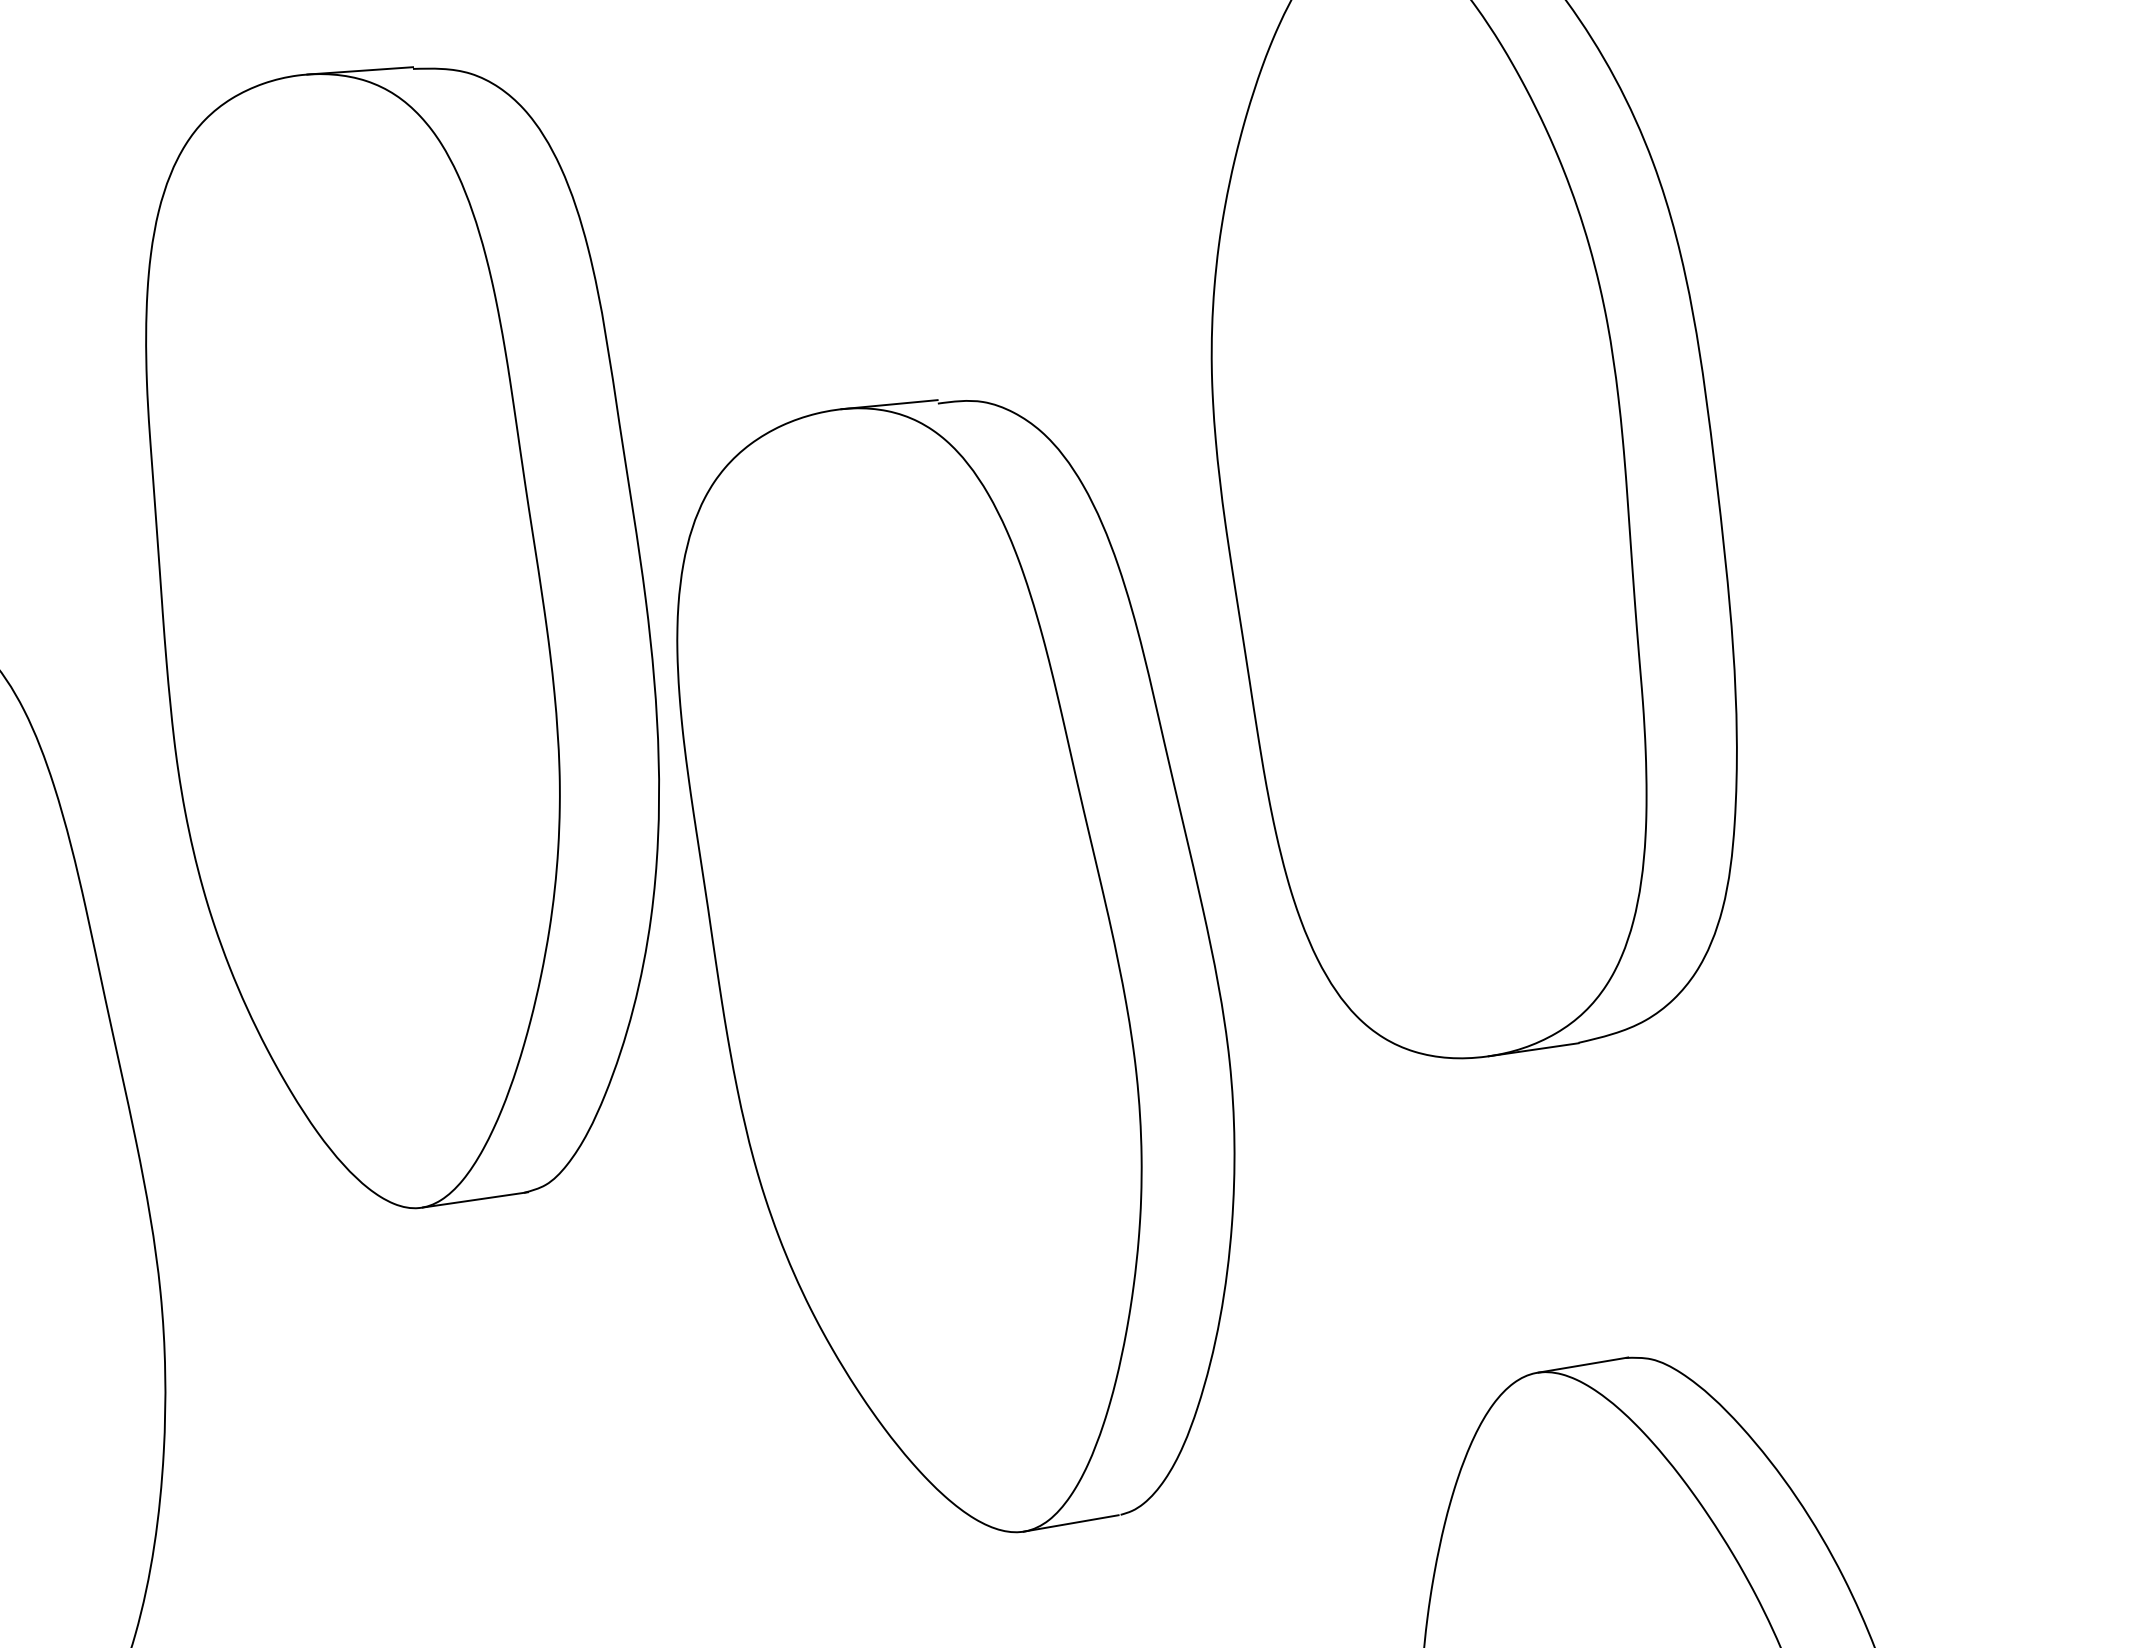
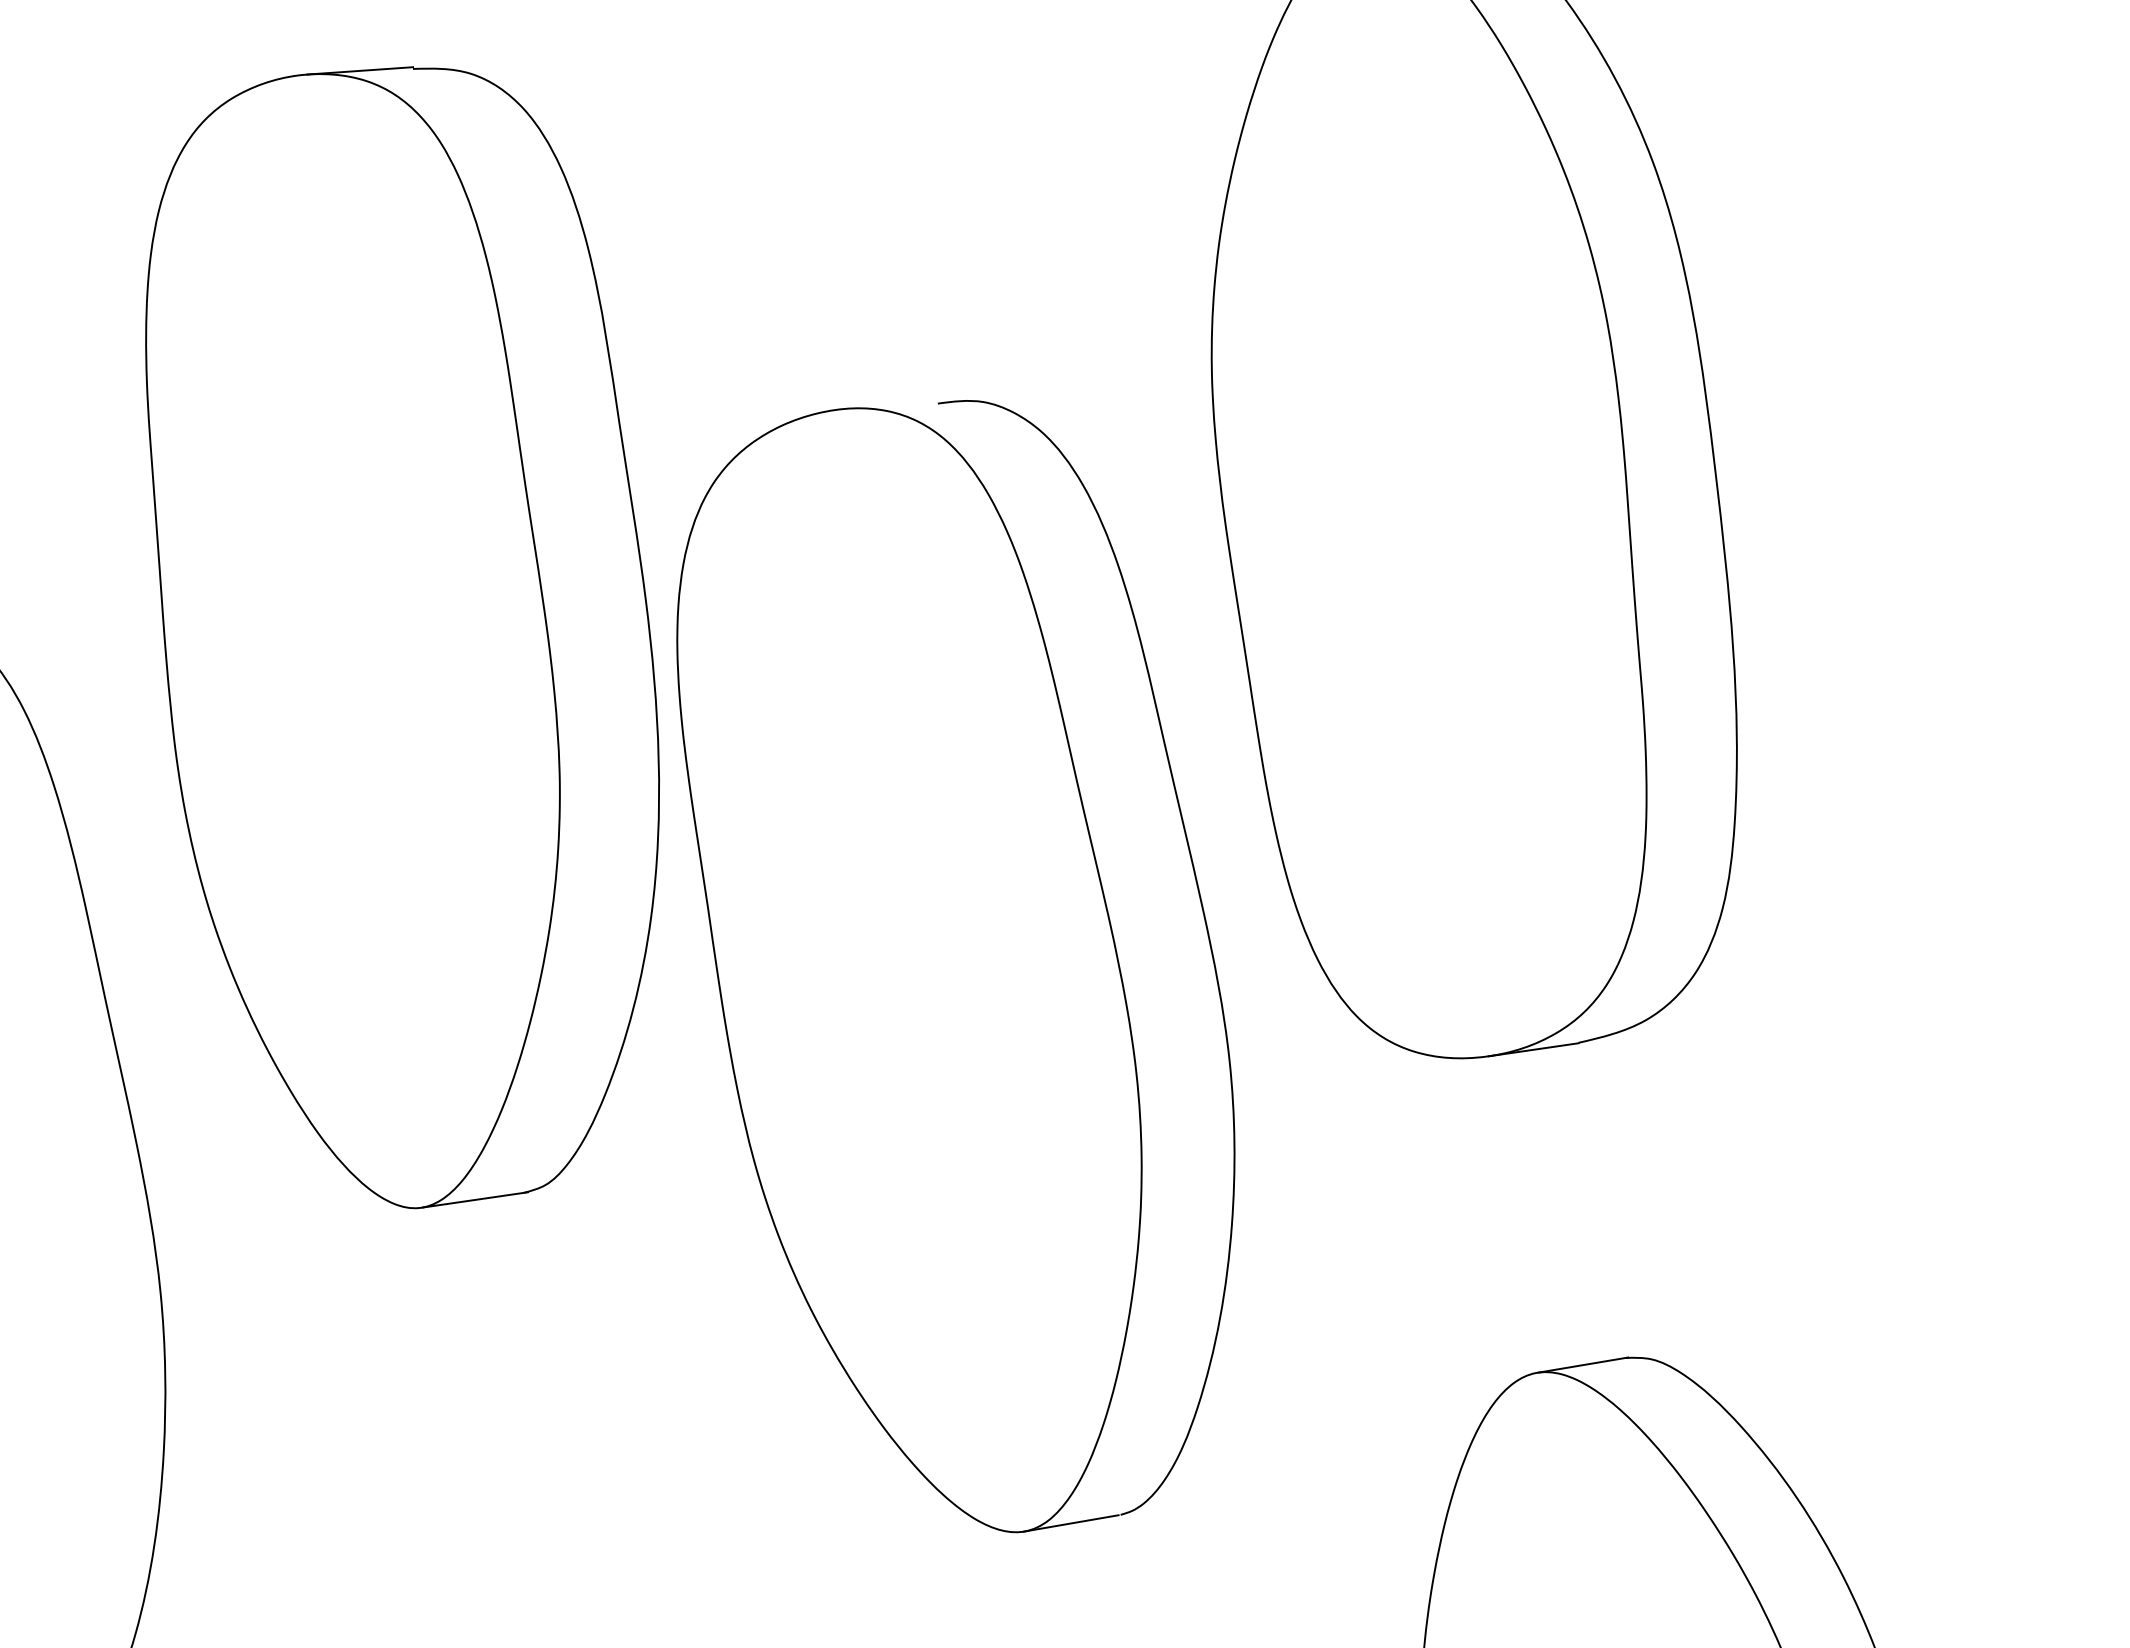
line at (889, 404): present -> none
